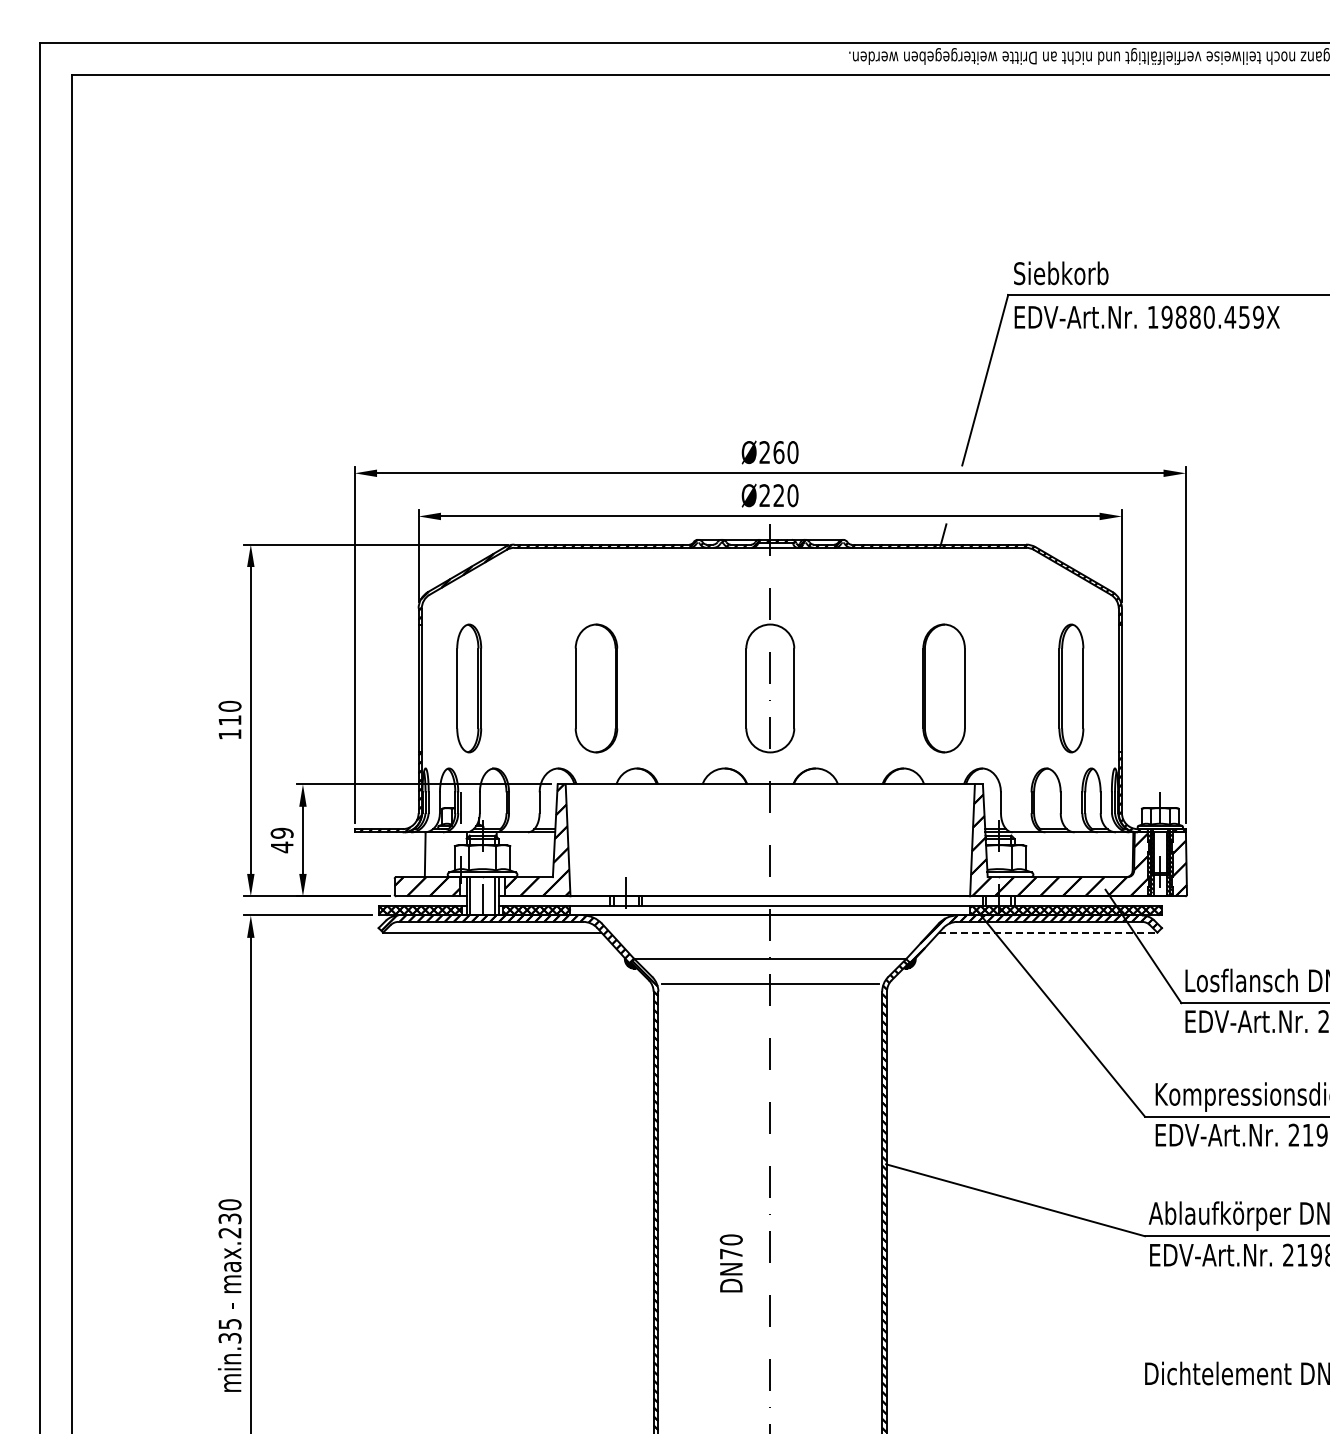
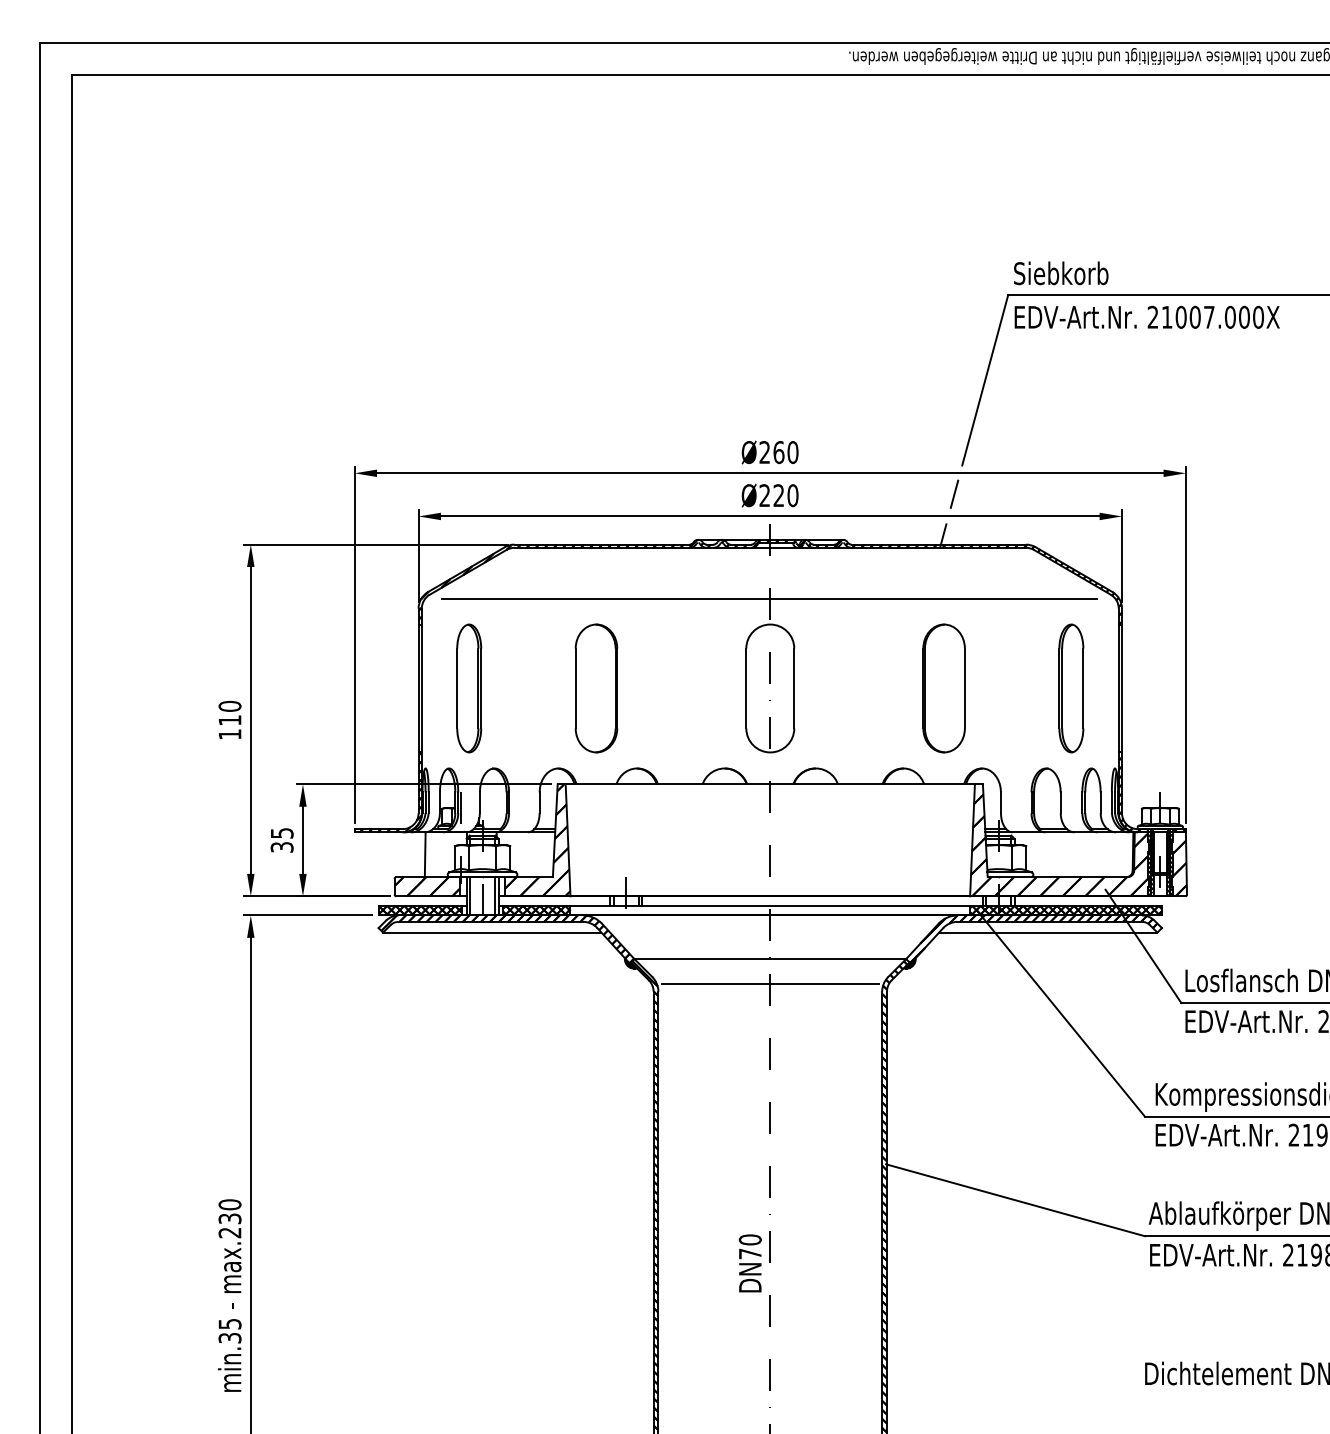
text at (1205, 316): 19880.459X -> 21007.000X
line at (954, 493): none -> present
line at (769, 598): none -> present
text at (281, 840): 49 -> 35
line at (1048, 932): dashed -> solid
text at (730, 1263) position: (730, 1263) -> (749, 1263)
